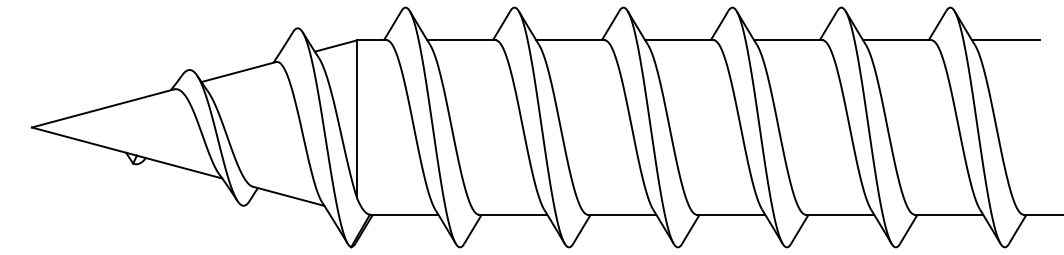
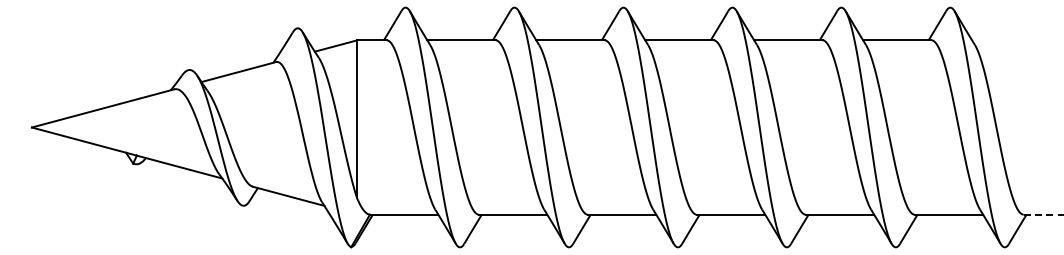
line at (1006, 40): present -> none
line at (1043, 214): solid -> dashed
